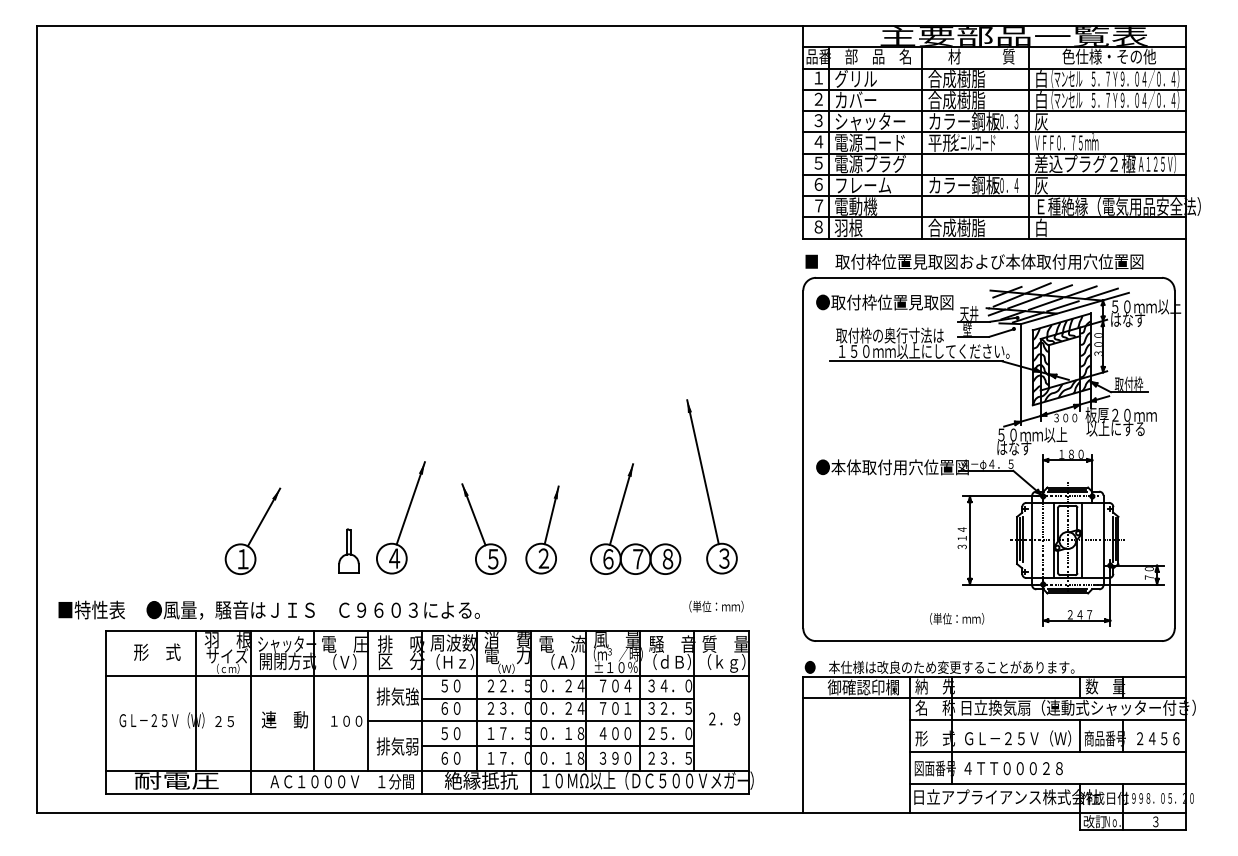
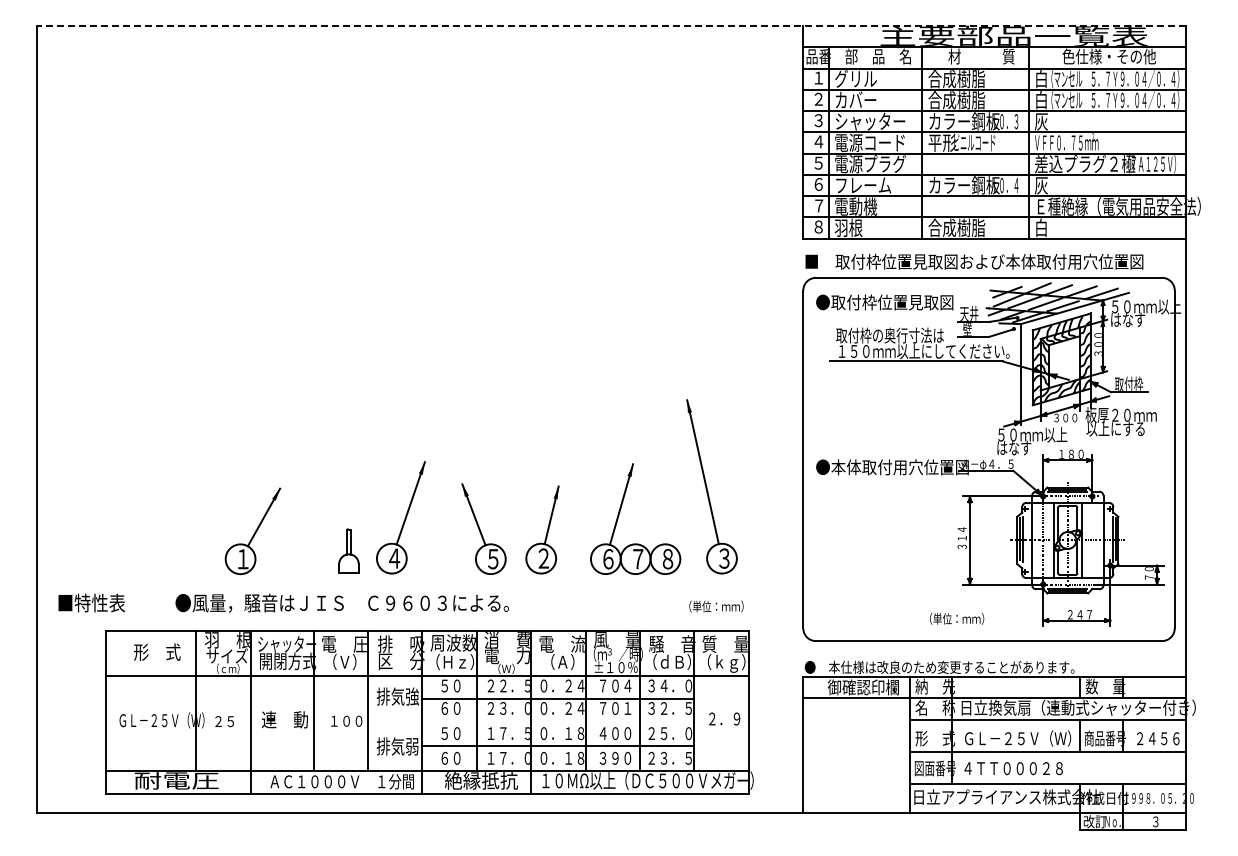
line at (611, 25): solid -> dashed
text at (91, 609) position: (91, 609) -> (91, 602)
text at (312, 609) position: (312, 609) -> (341, 602)
line at (531, 721): present -> none
